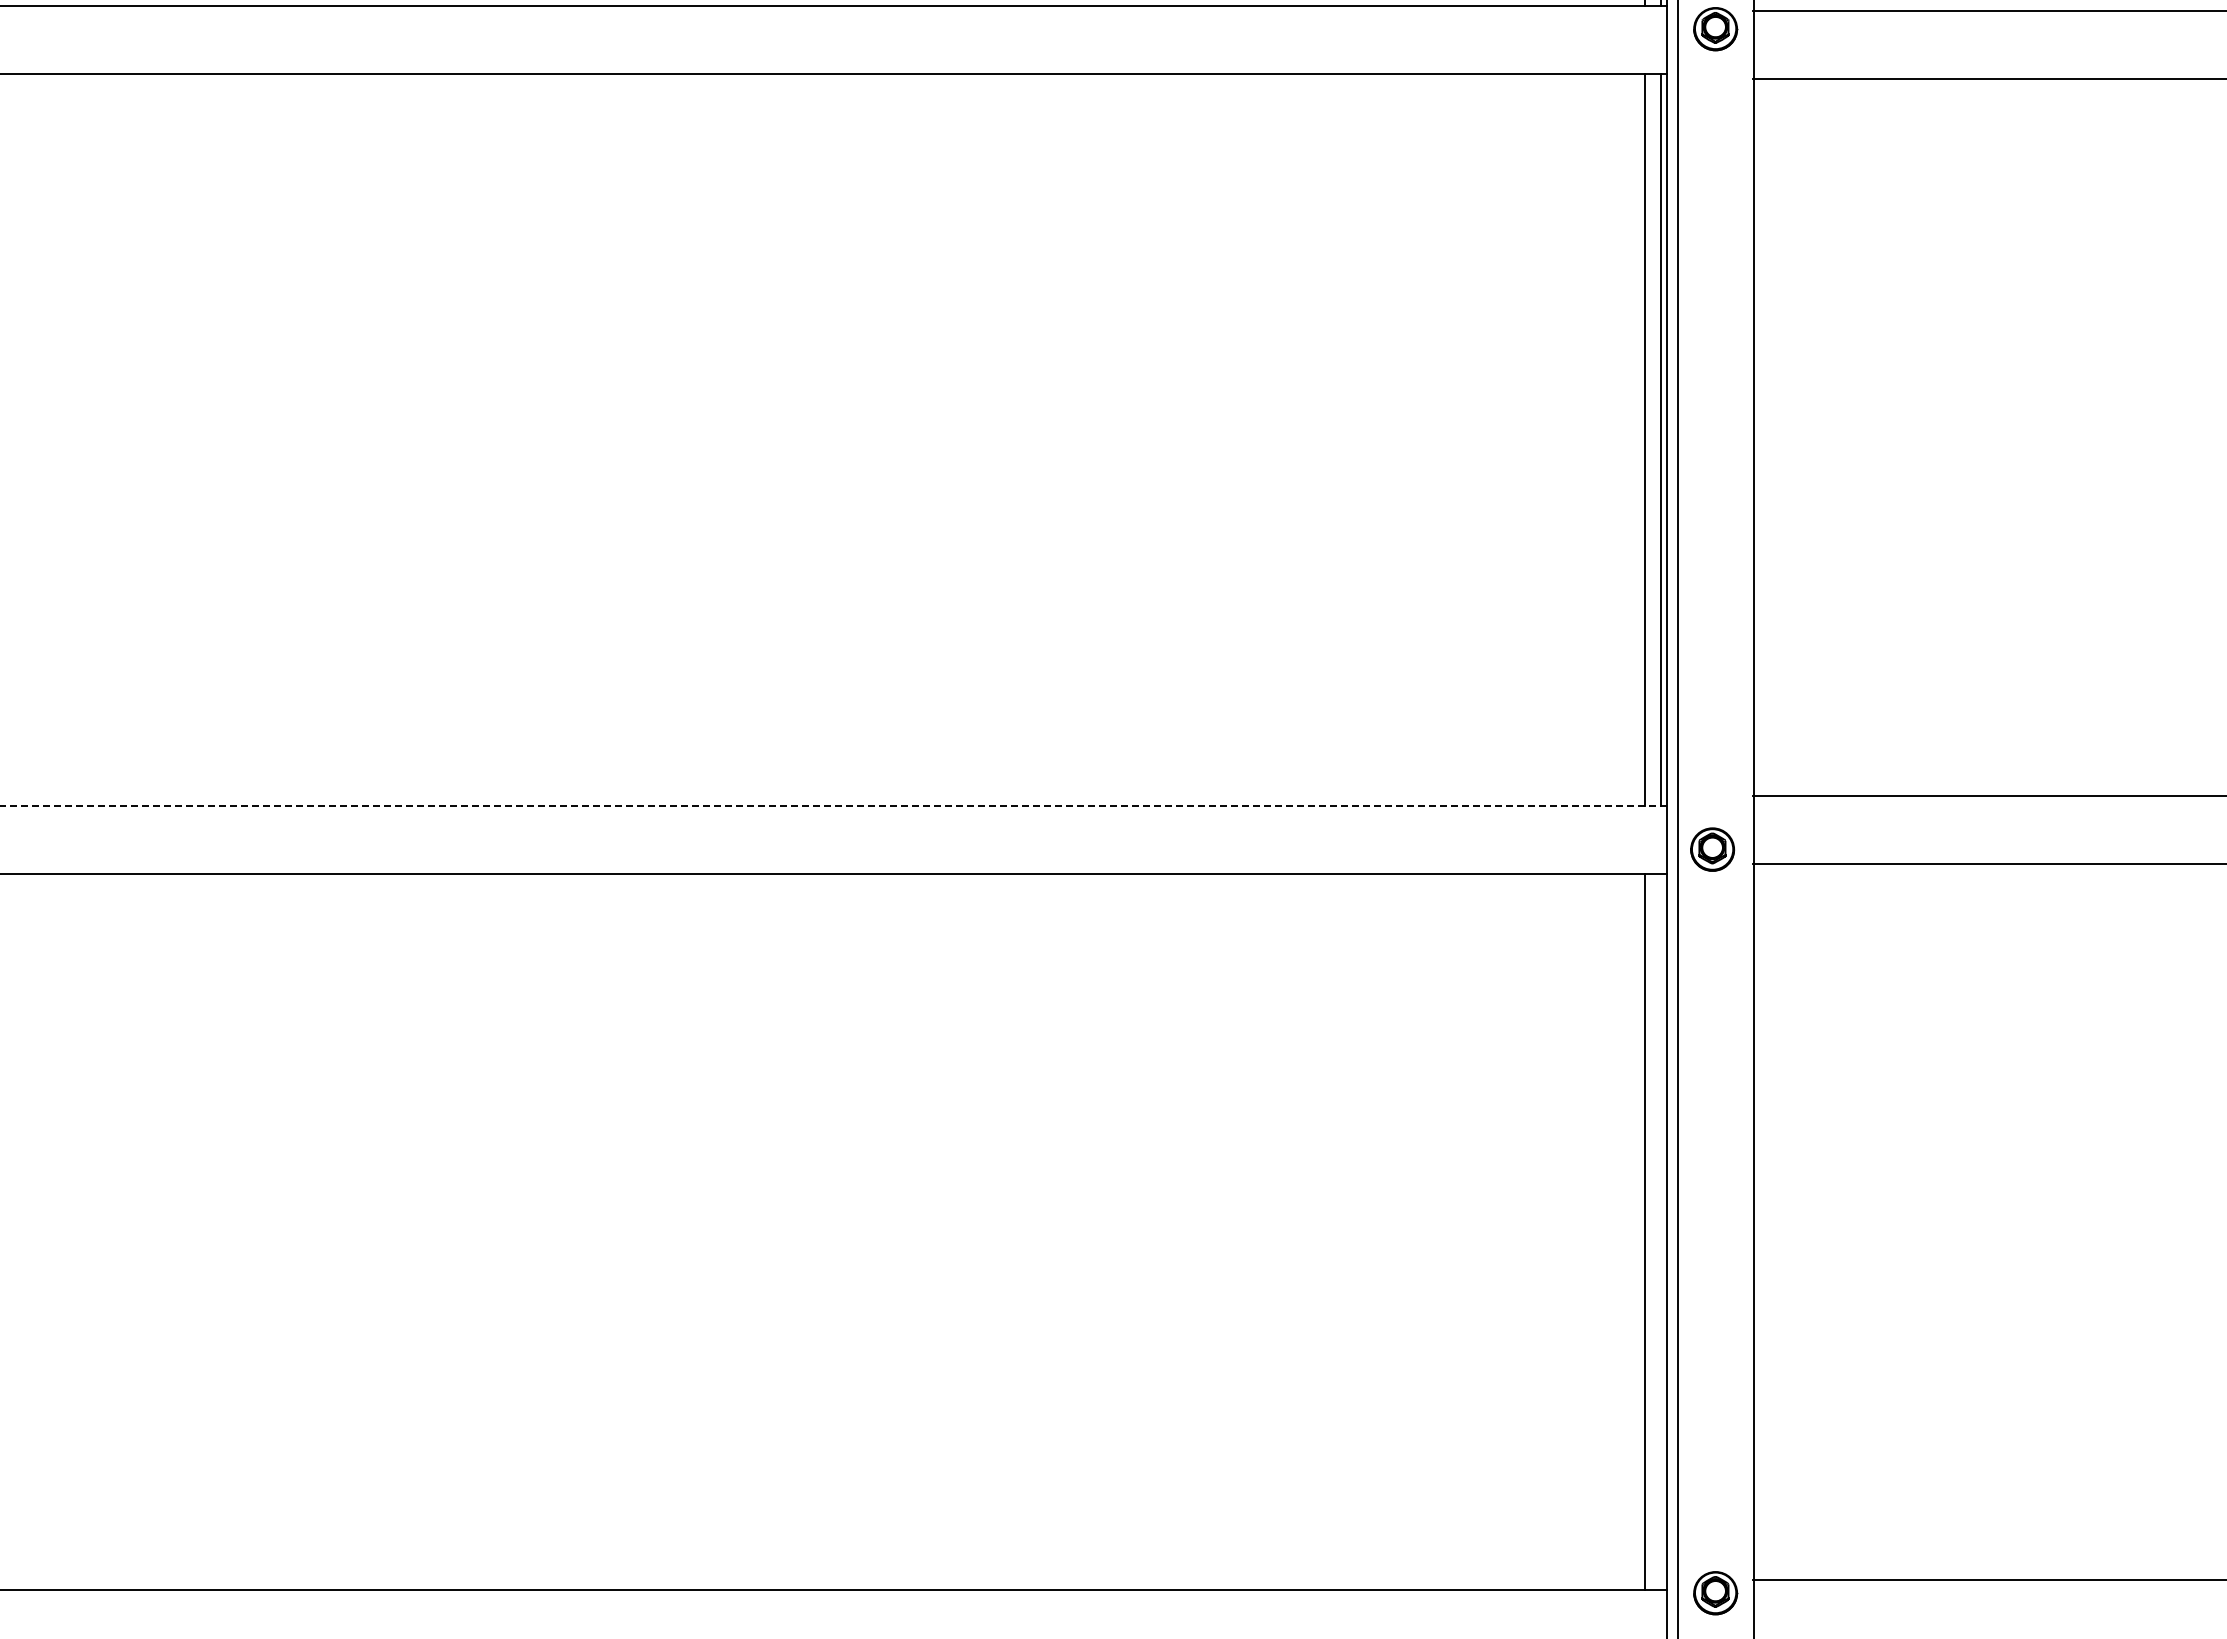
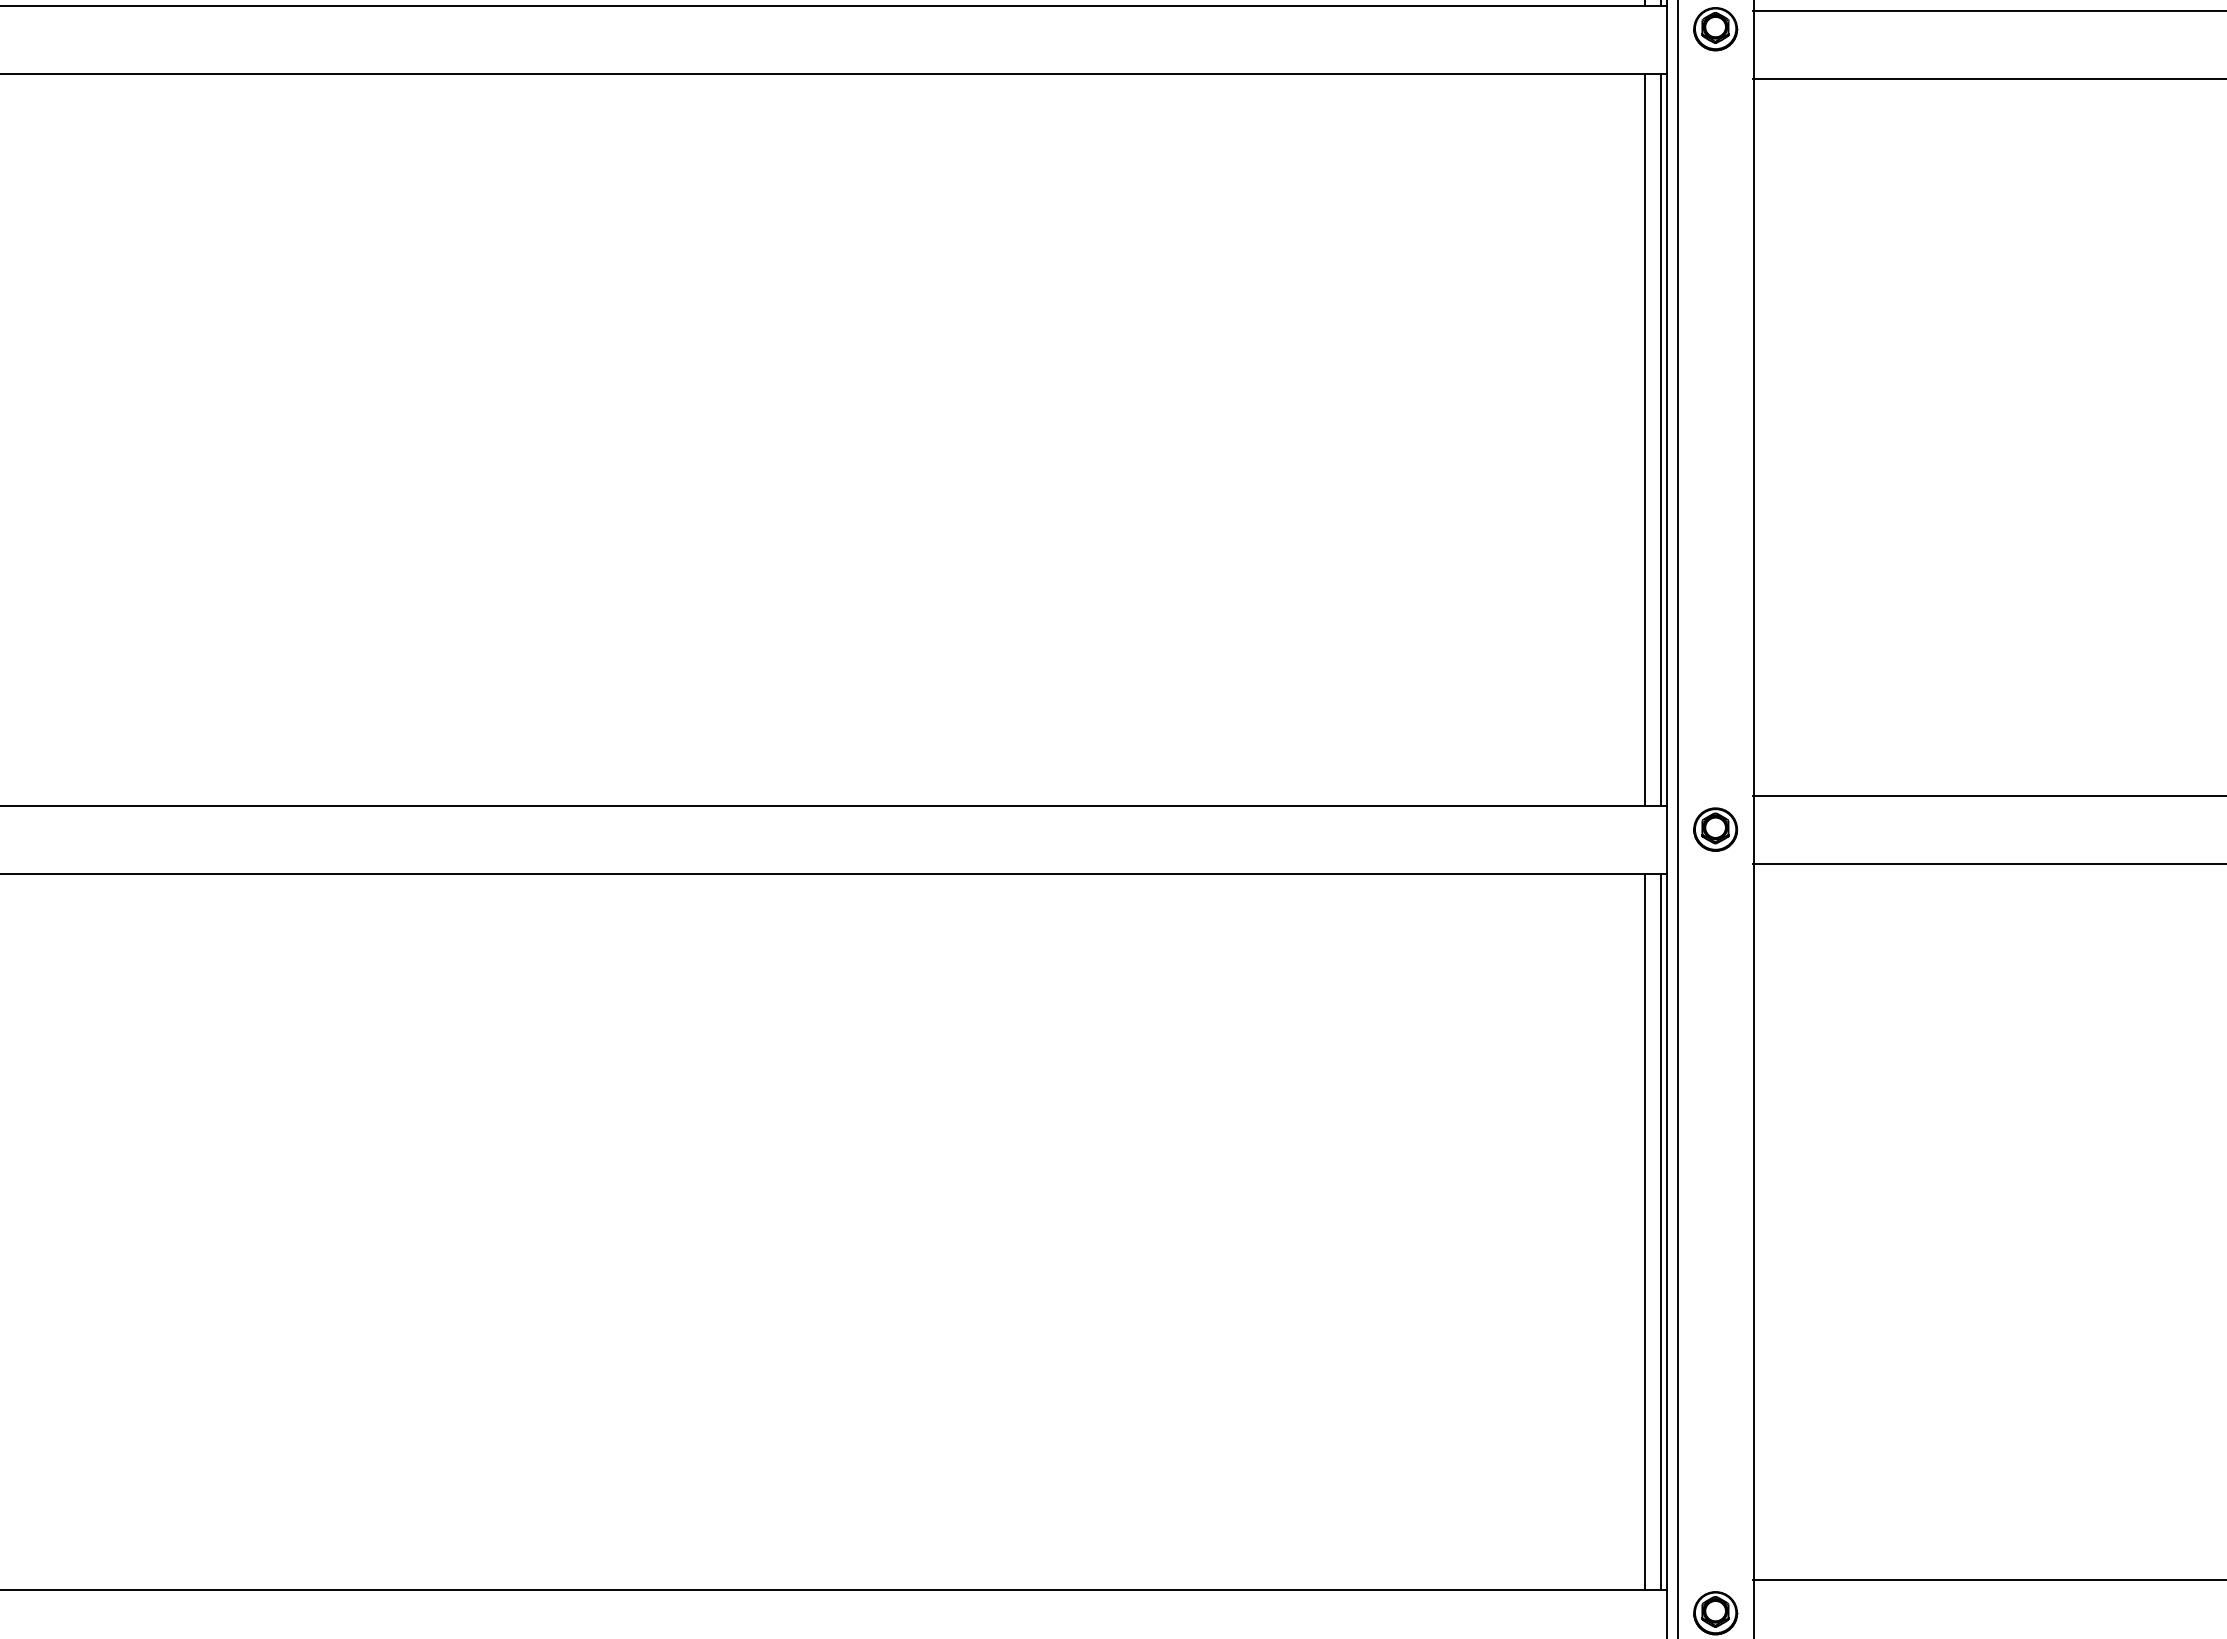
line at (833, 806): dashed -> solid
part at (1712, 849) position: (1712, 849) -> (1715, 829)
line at (1661, 1231): none -> present
part at (1715, 1593) position: (1715, 1593) -> (1715, 1613)
